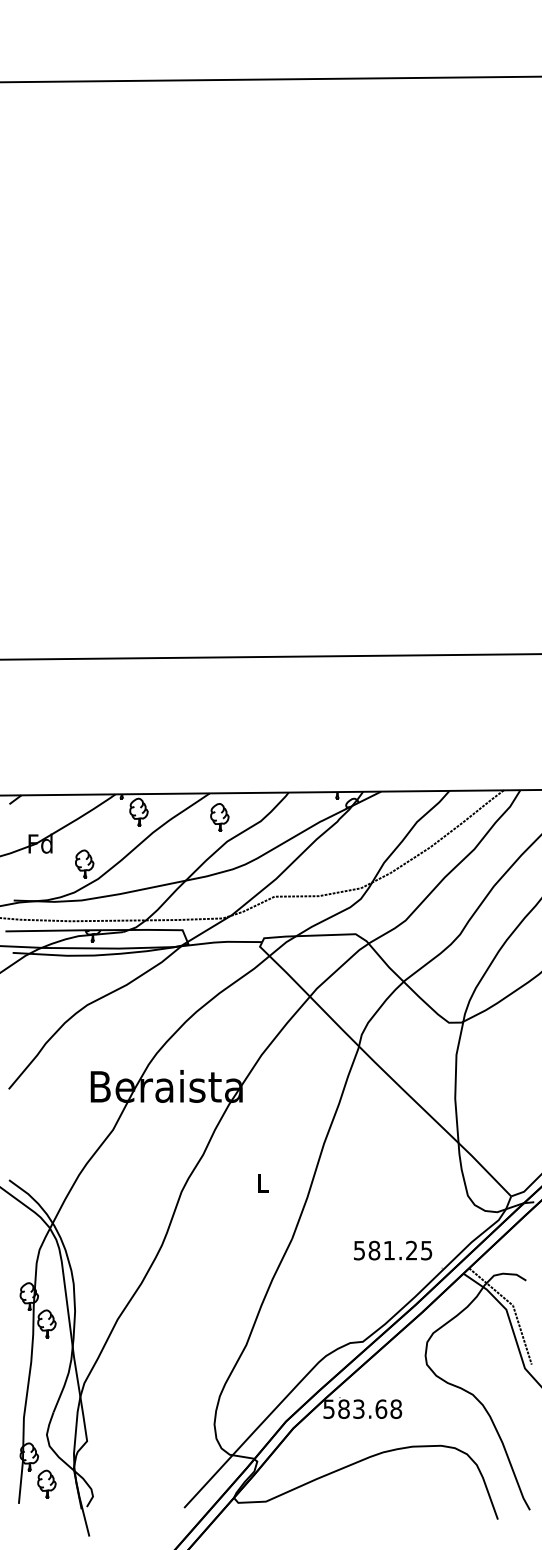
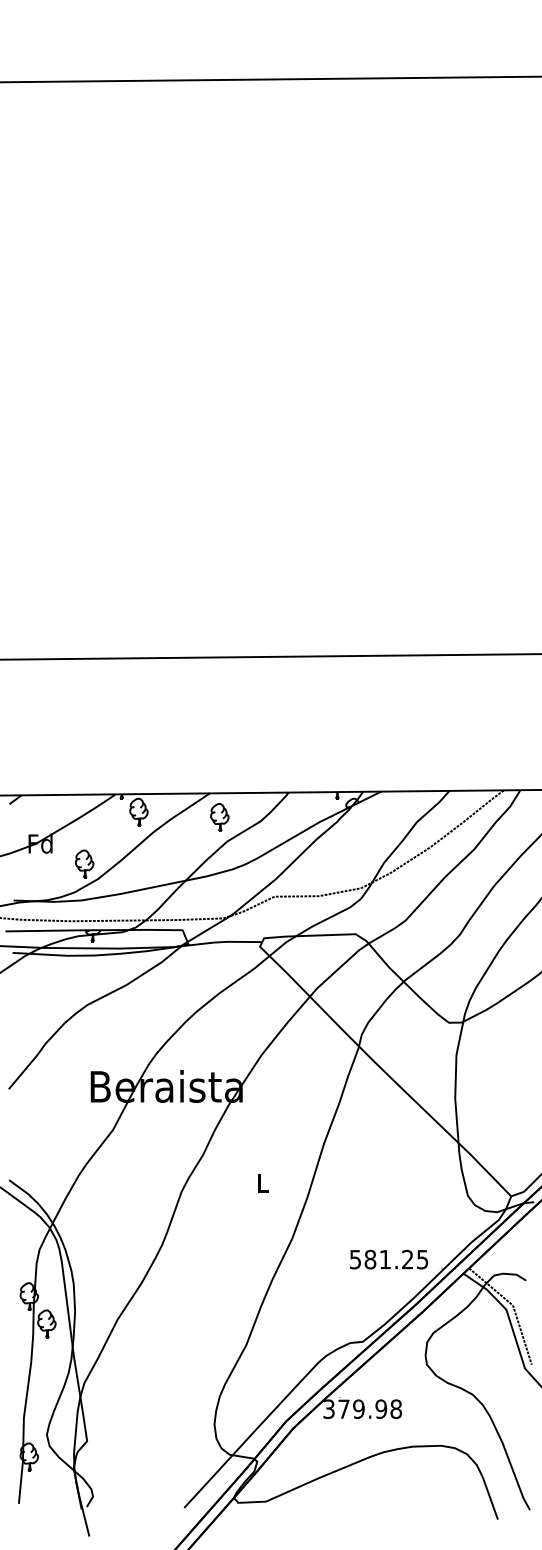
text at (393, 1250) position: (393, 1250) -> (389, 1259)
text at (355, 1408): 583.68 -> 379.98
part at (46, 1483): present -> none
